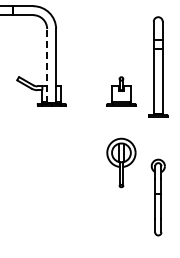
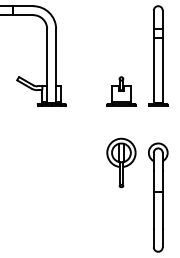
line at (47, 66): dashed -> solid
part at (158, 66) position: (158, 66) -> (158, 55)
part at (157, 197) size: 16x79 px -> 21x111 px
